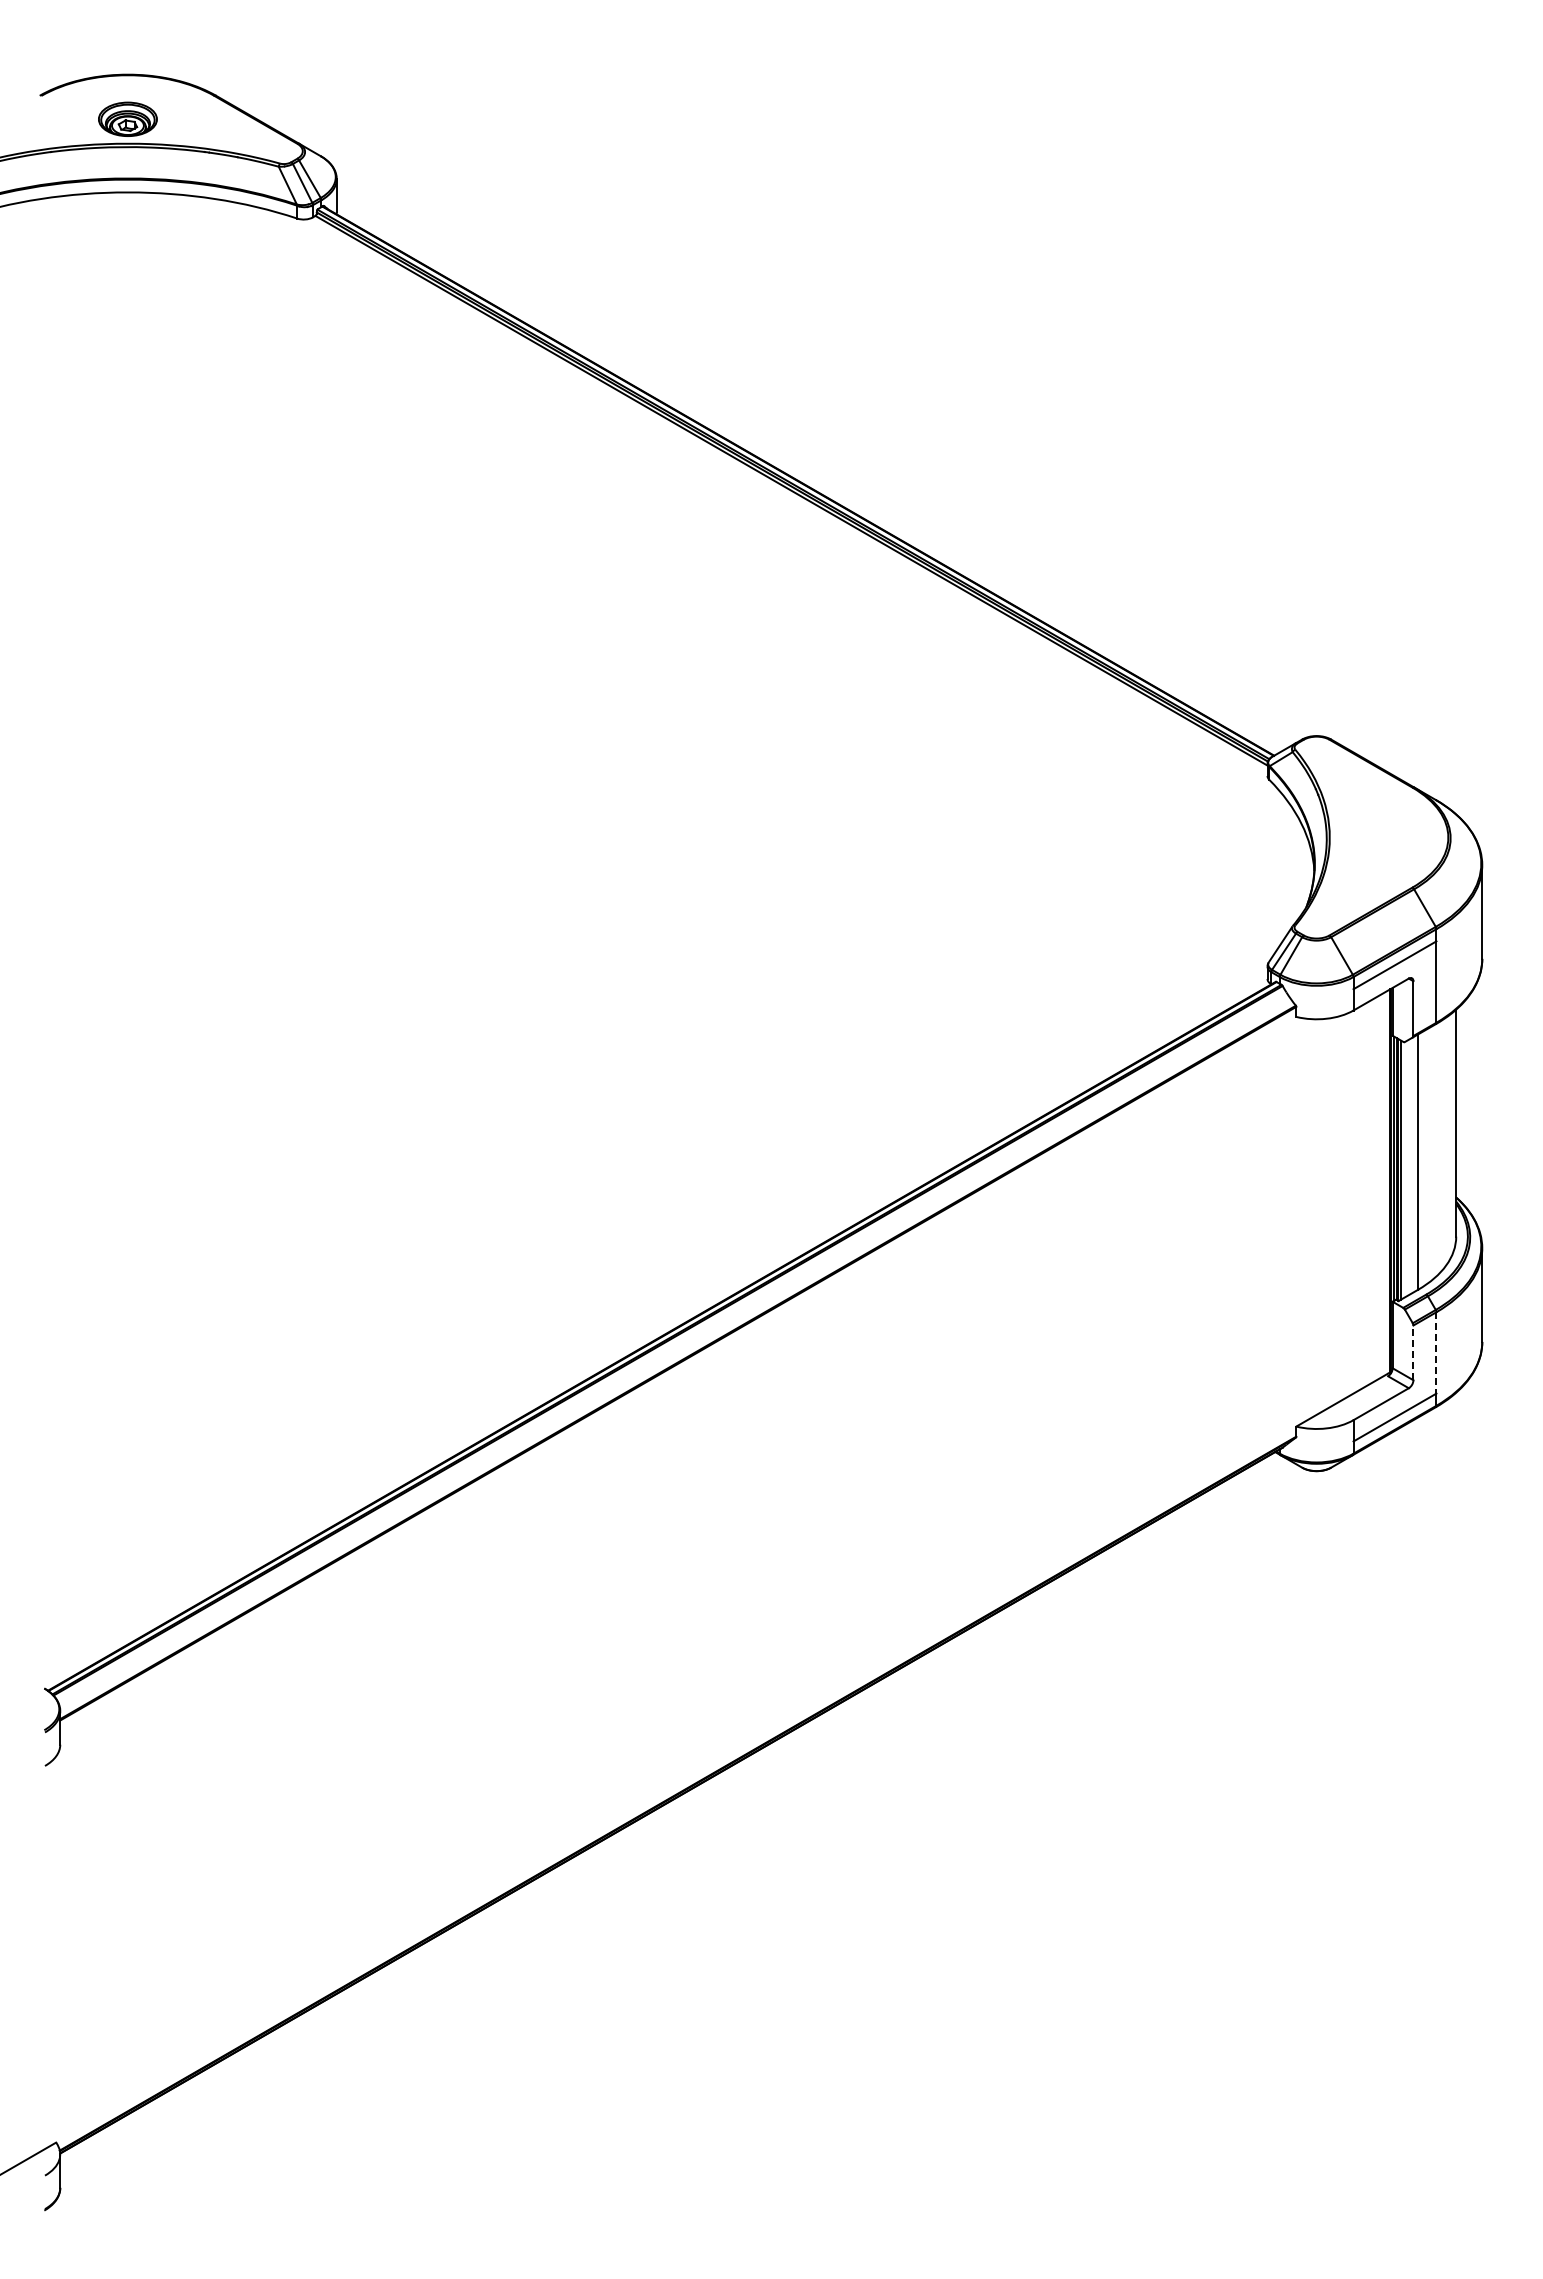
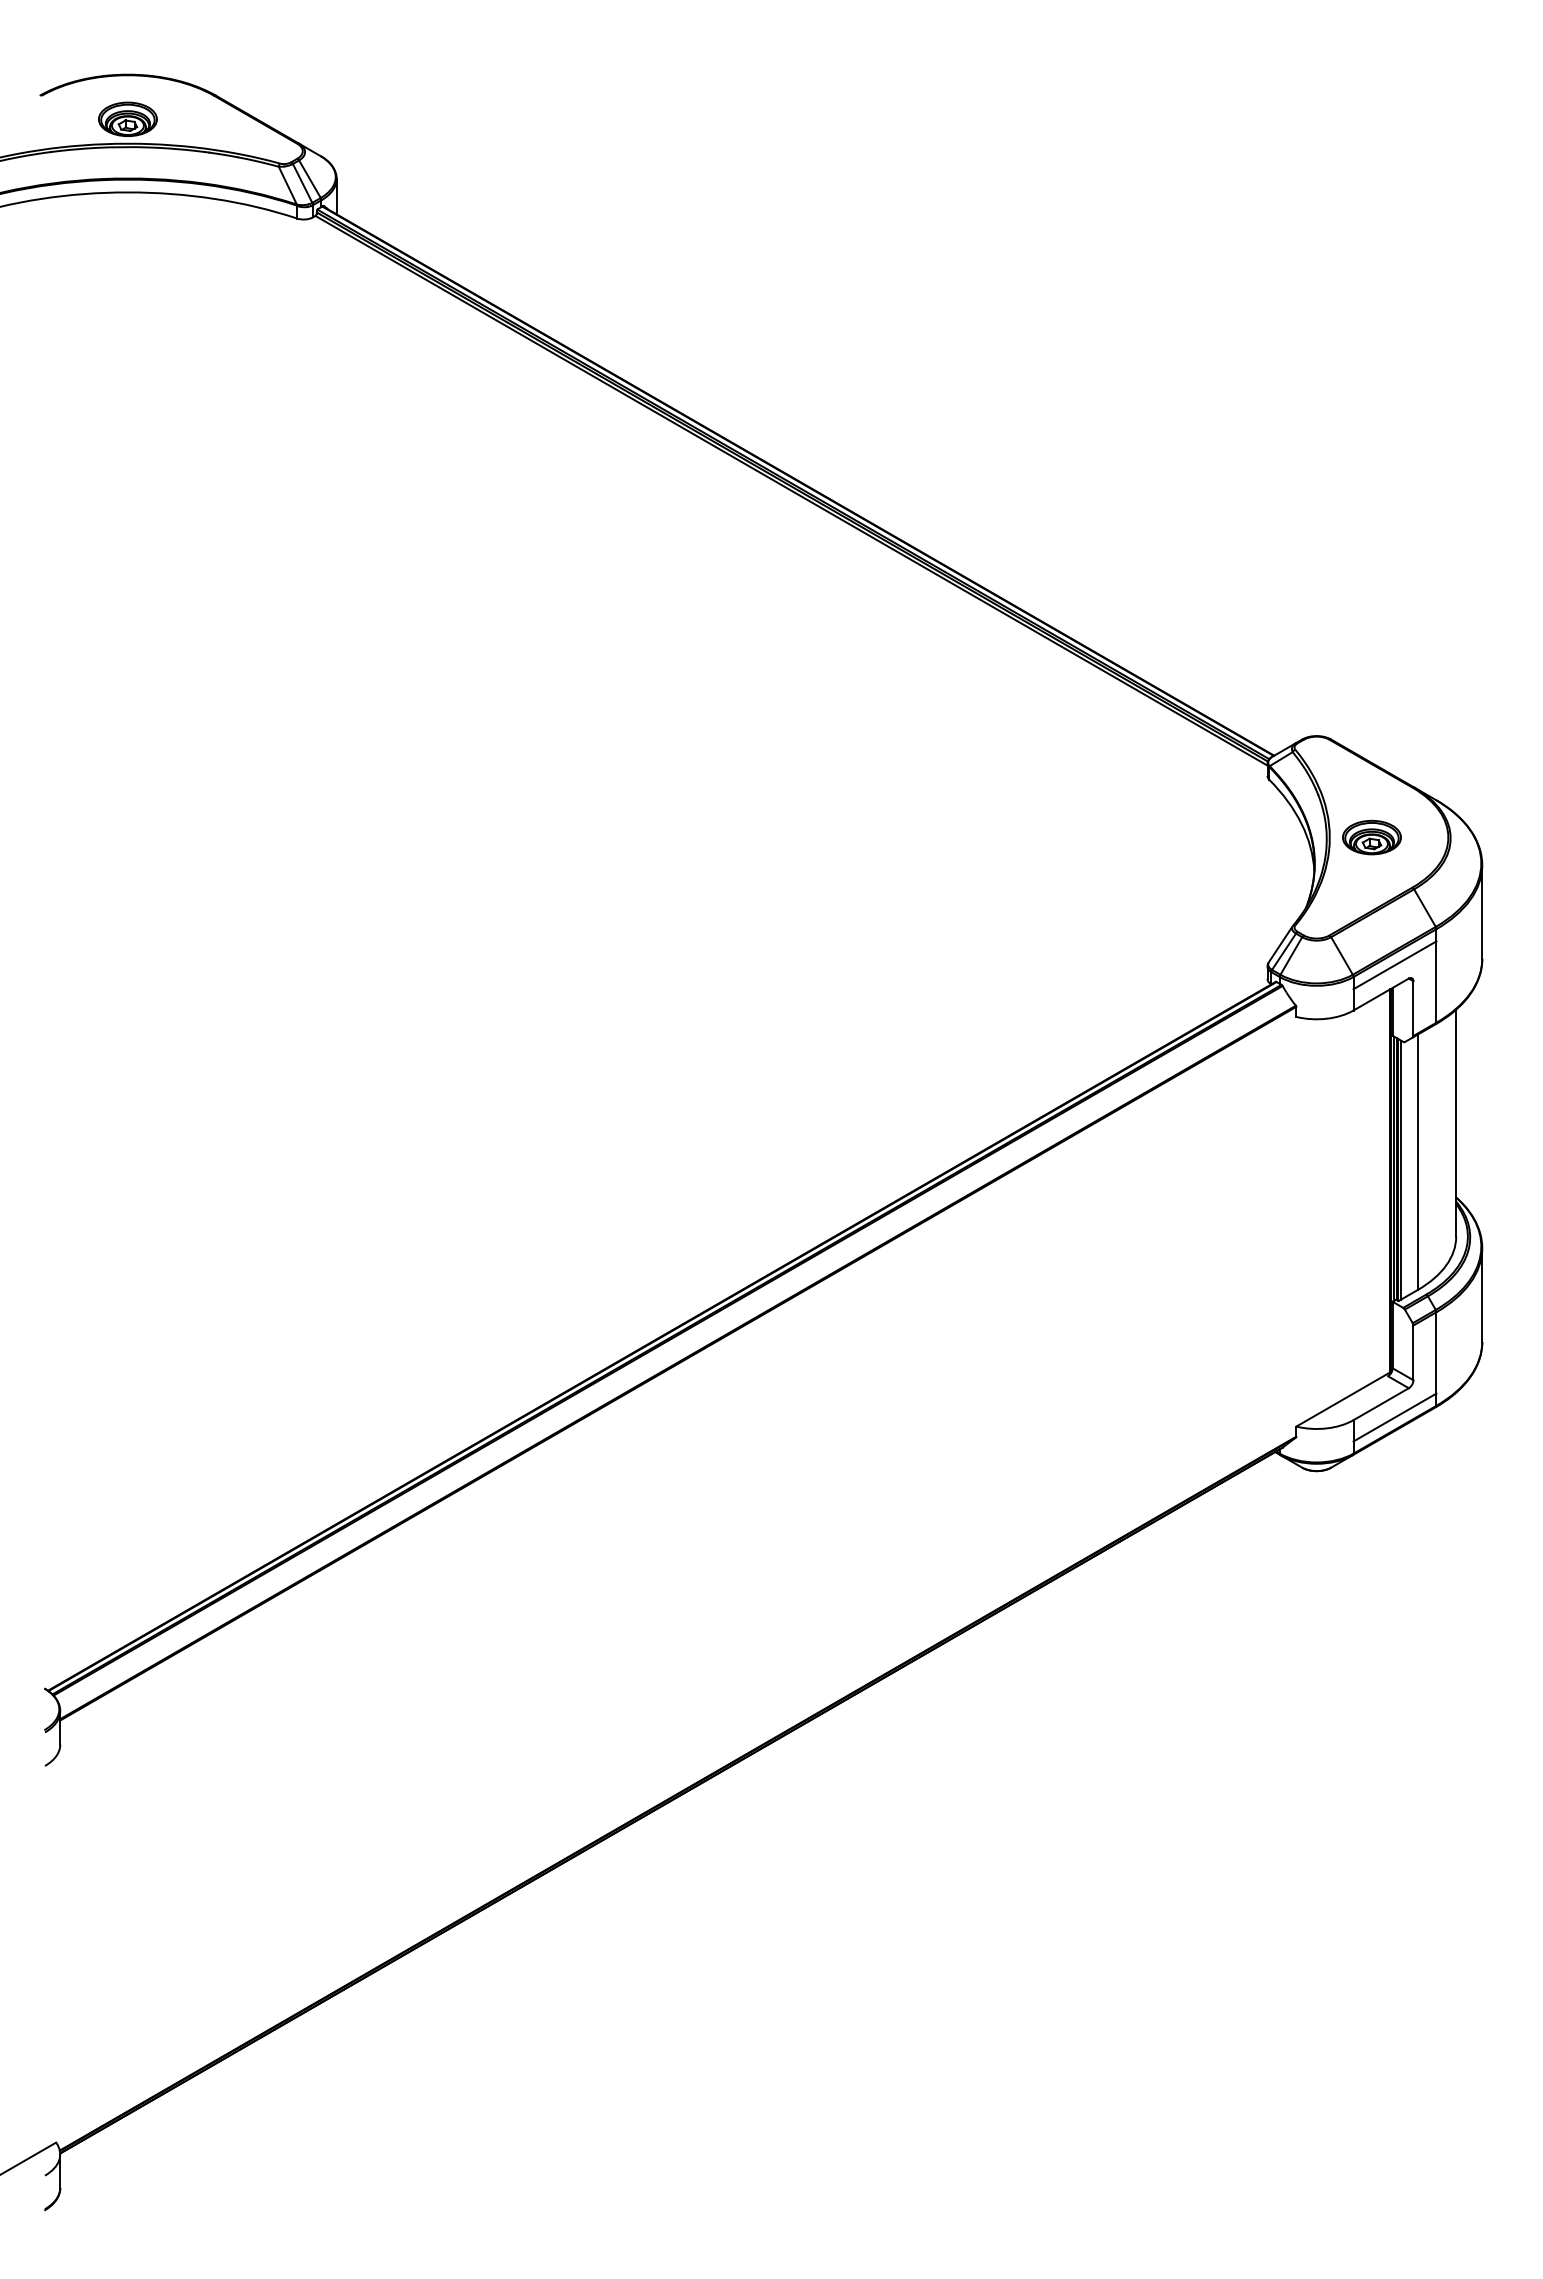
part at (1371, 837): none -> present
line at (1413, 1352): dashed -> solid
line at (1436, 1352): dashed -> solid
